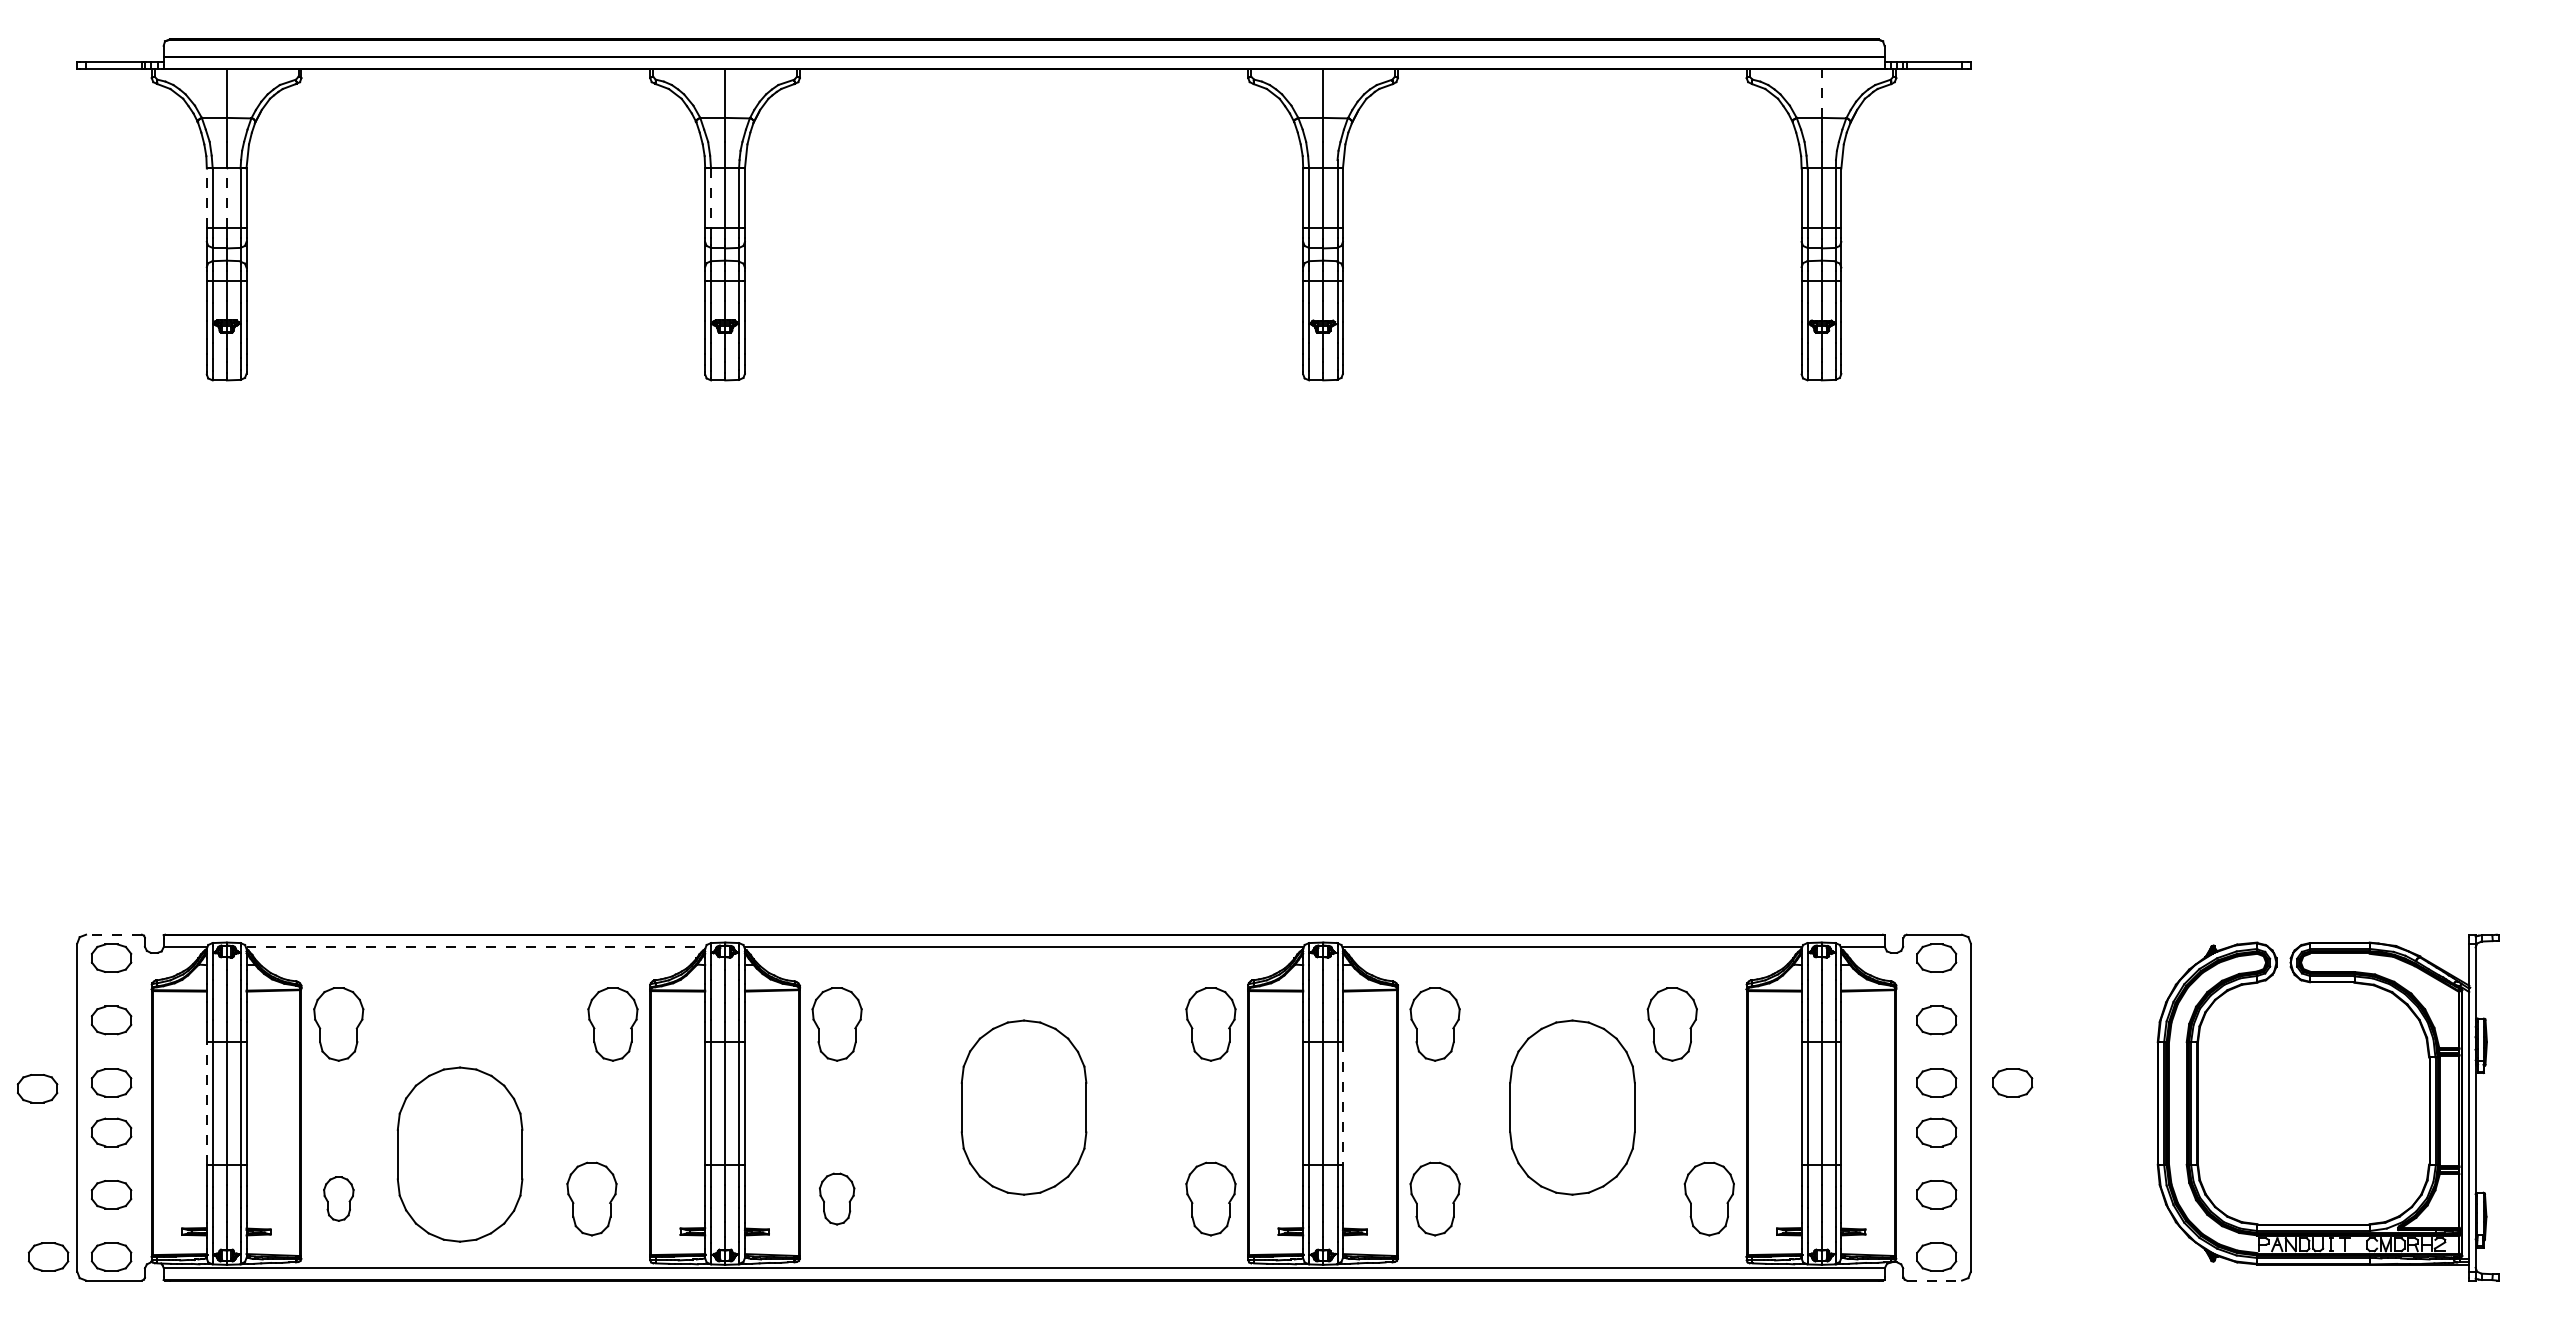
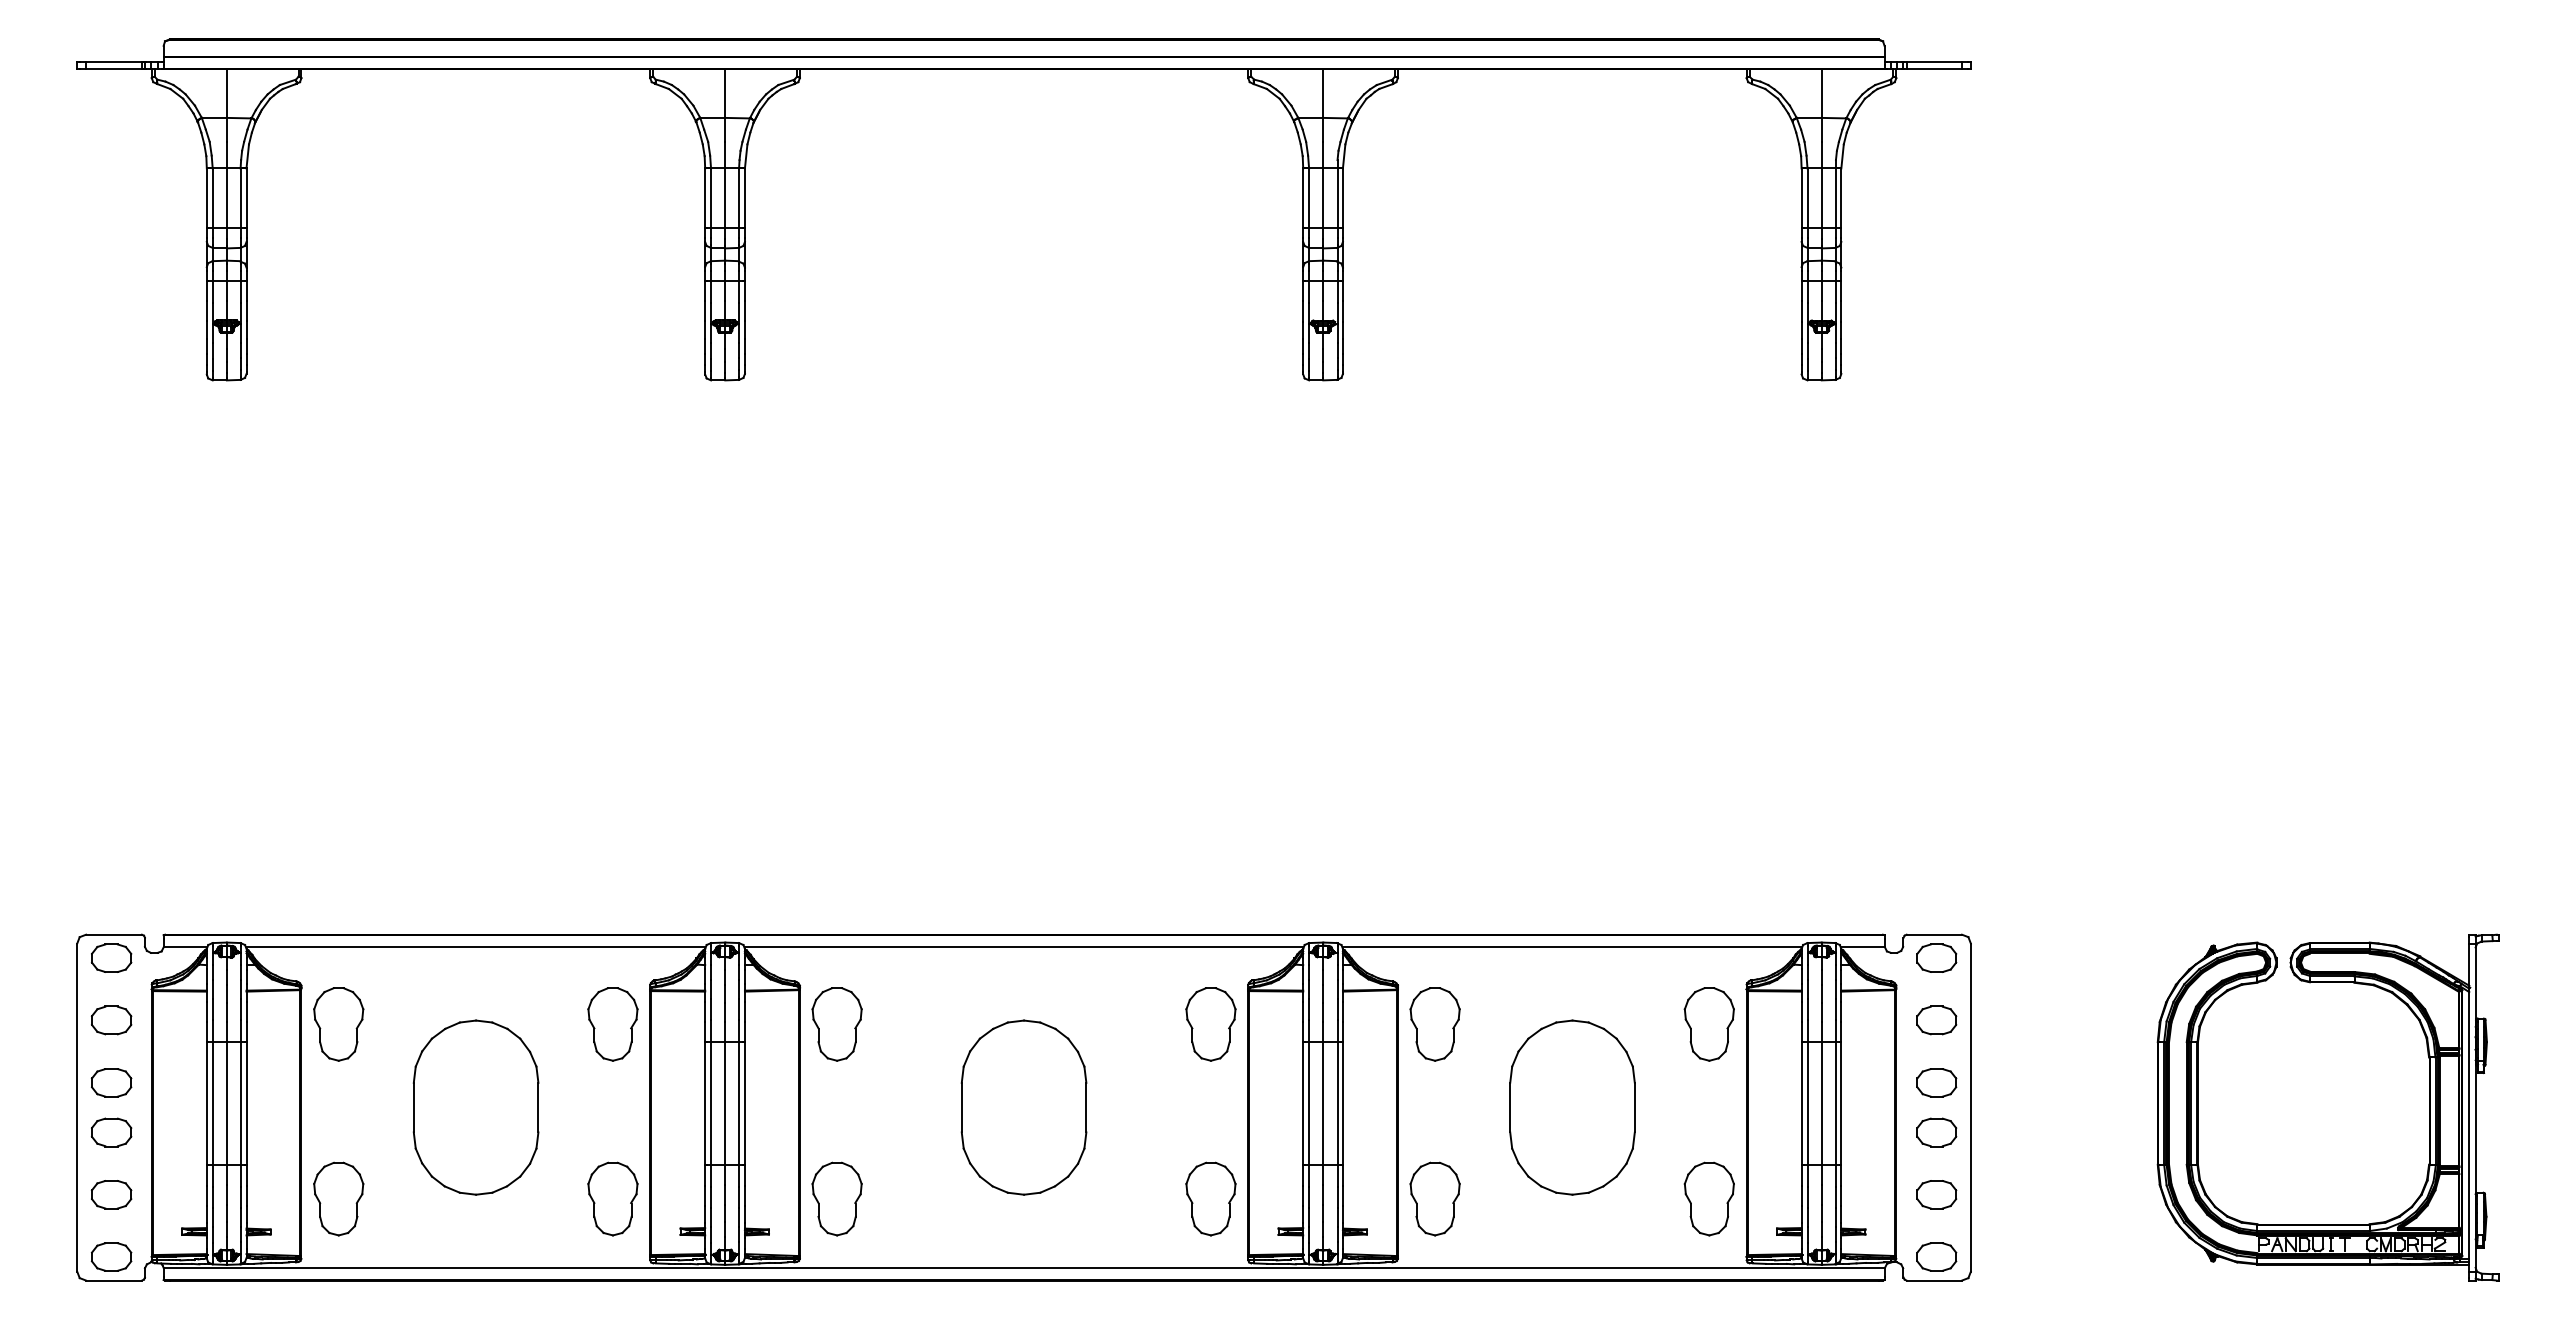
line at (1821, 93): dashed -> solid
line at (206, 198): dashed -> solid
line at (226, 198): dashed -> solid
line at (711, 198): dashed -> solid
line at (114, 934): dashed -> solid
line at (476, 947): dashed -> solid
part at (1671, 1024) position: (1671, 1024) -> (1708, 1024)
part at (2012, 1082): present -> none
part at (37, 1088): present -> none
line at (206, 1102): dashed -> solid
line at (1342, 1103): dashed -> solid
part at (459, 1154) position: (459, 1154) -> (475, 1107)
part at (338, 1198) size: 32x46 px -> 52x76 px
part at (591, 1198) position: (591, 1198) -> (612, 1198)
part at (836, 1198) size: 38x54 px -> 52x76 px
part at (48, 1256): present -> none
line at (1934, 1280): dashed -> solid
